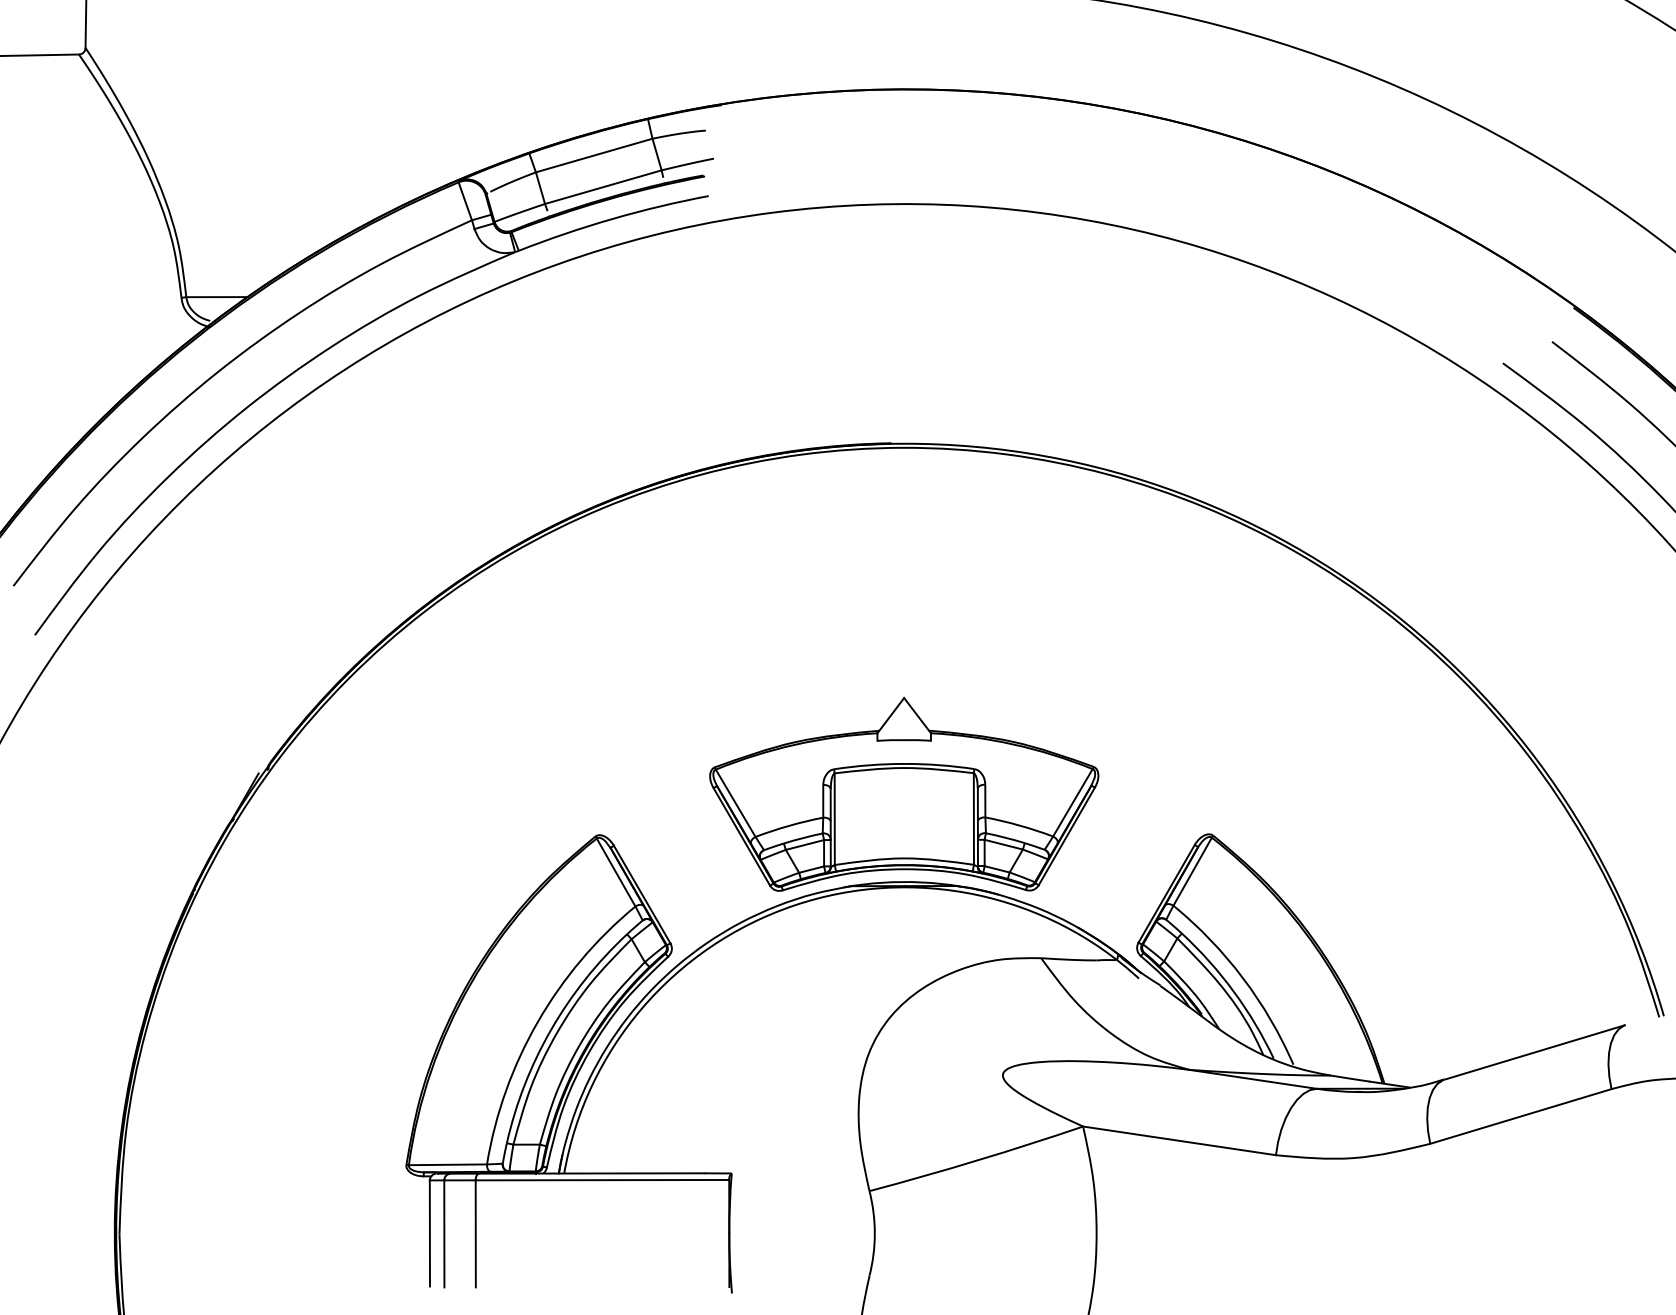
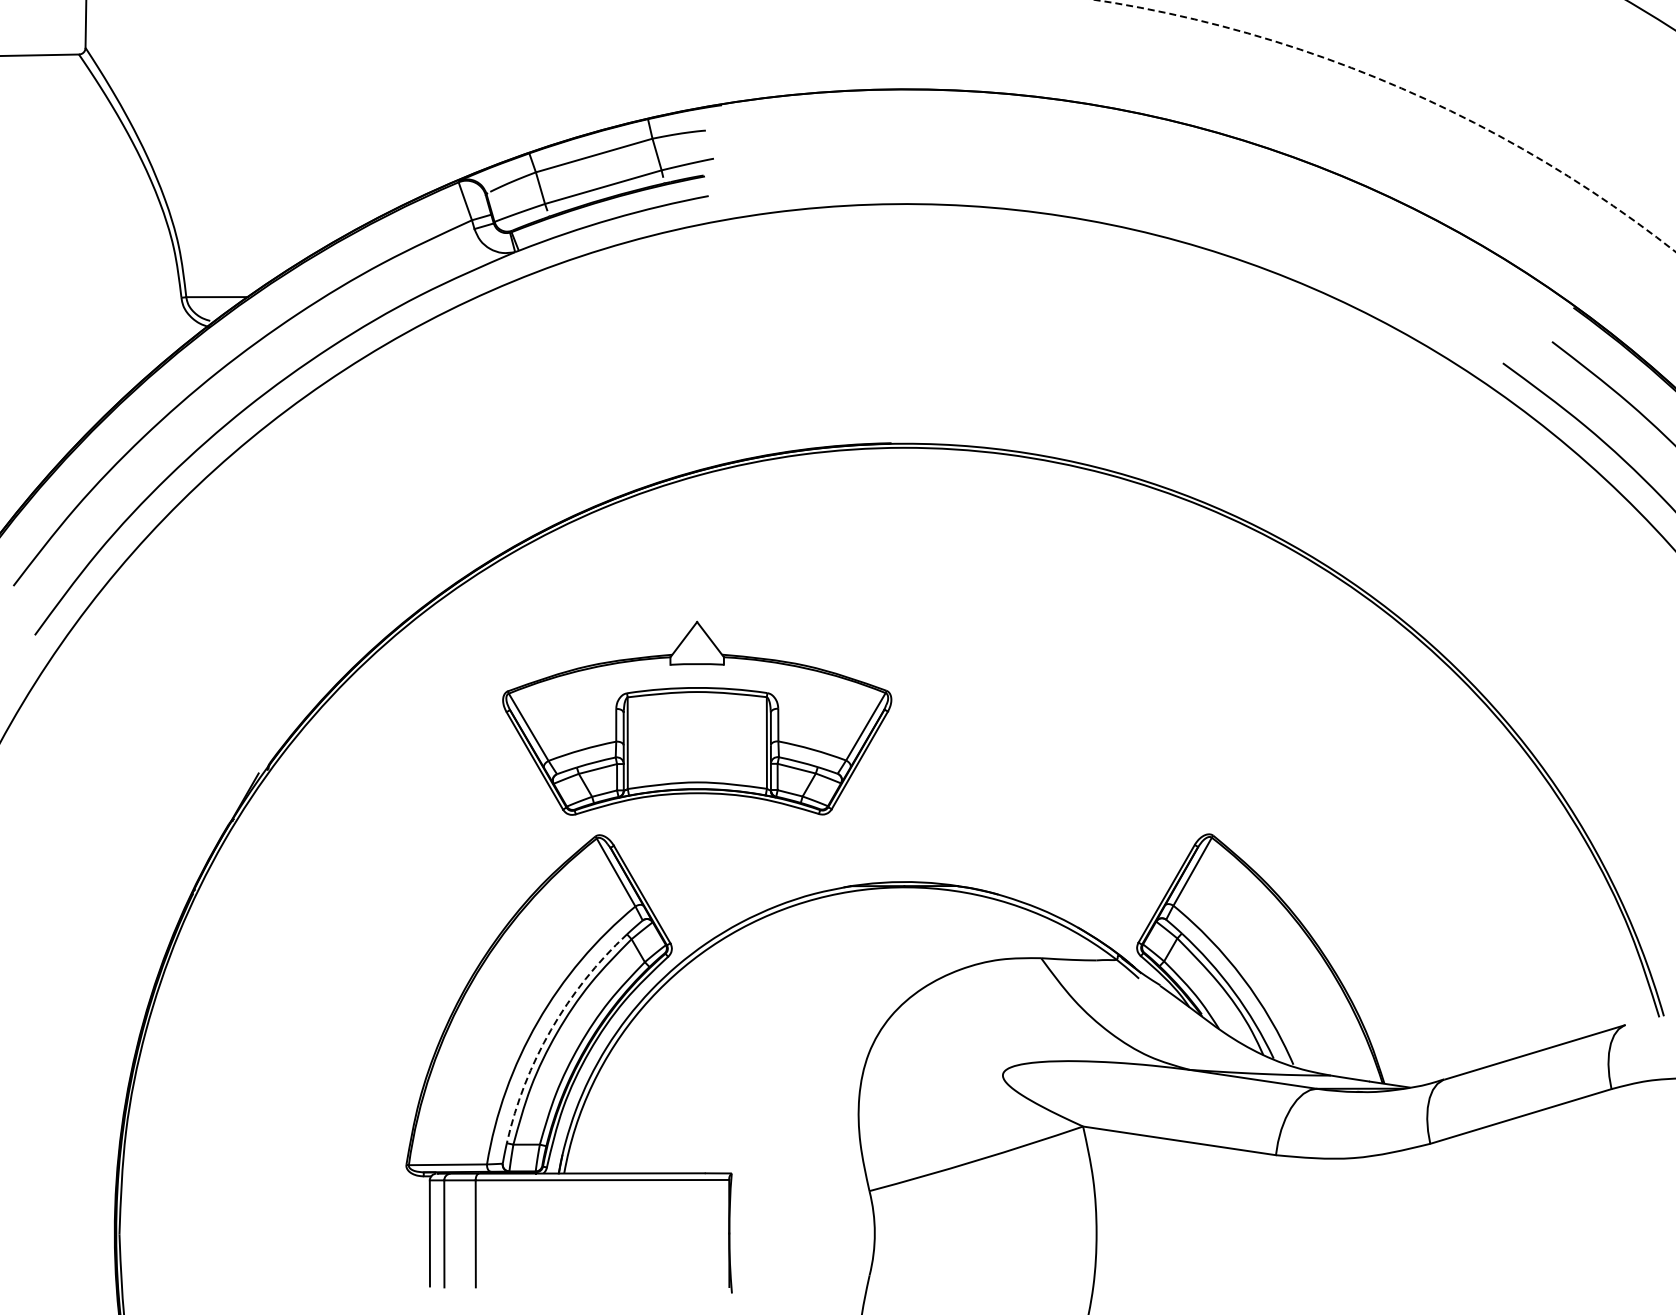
arc at (1400, 87): solid -> dashed
part at (904, 793) position: (904, 793) -> (697, 717)
arc at (551, 1029): solid -> dashed
